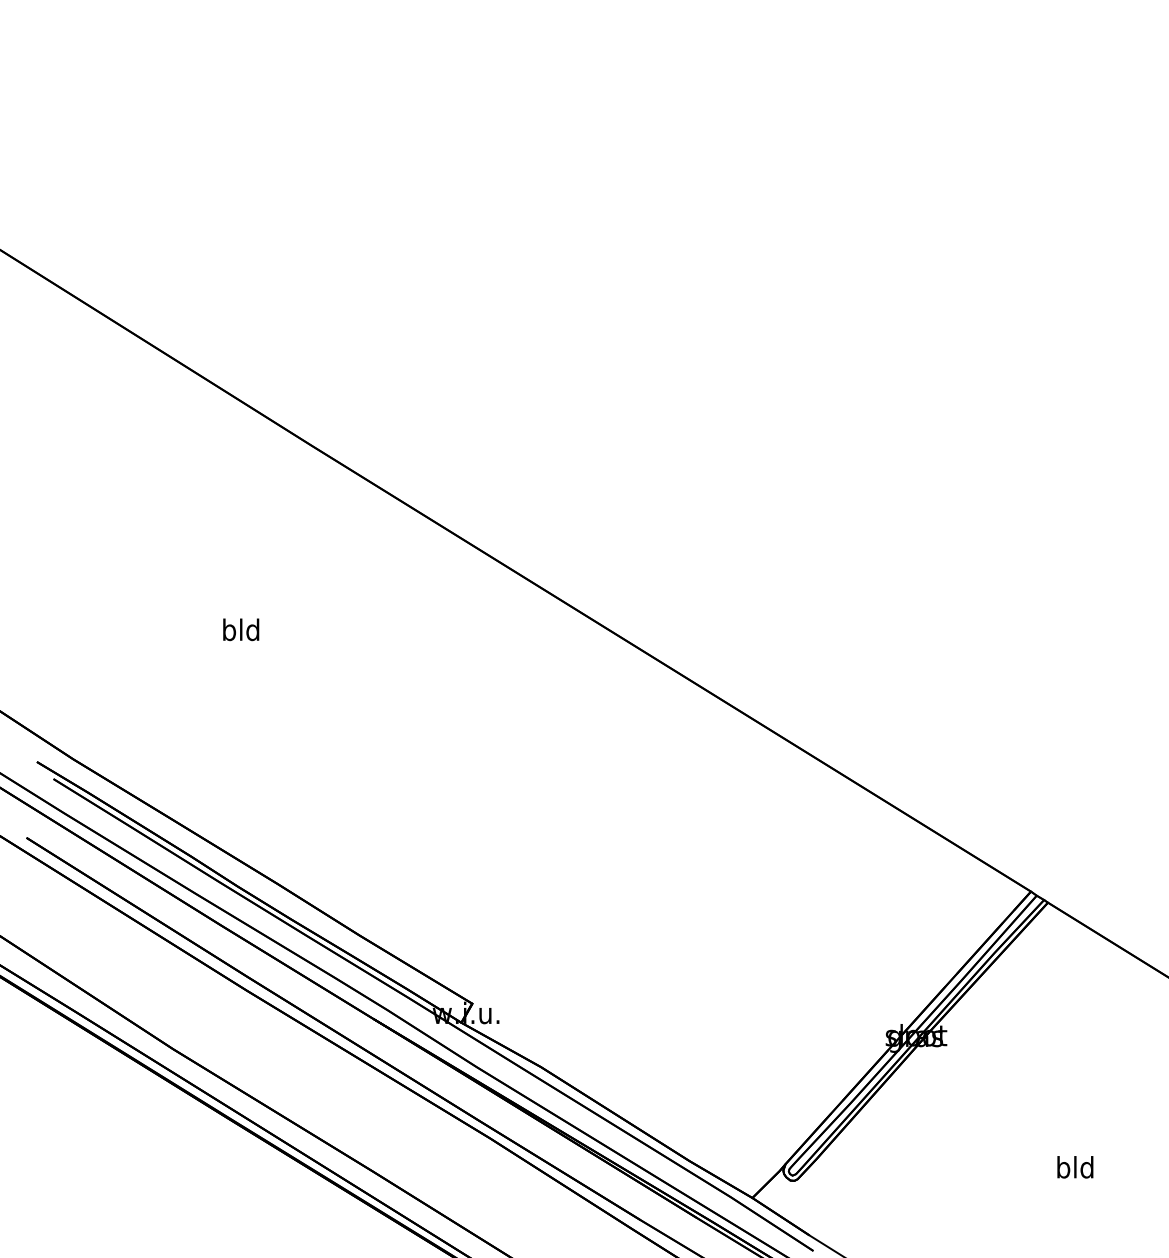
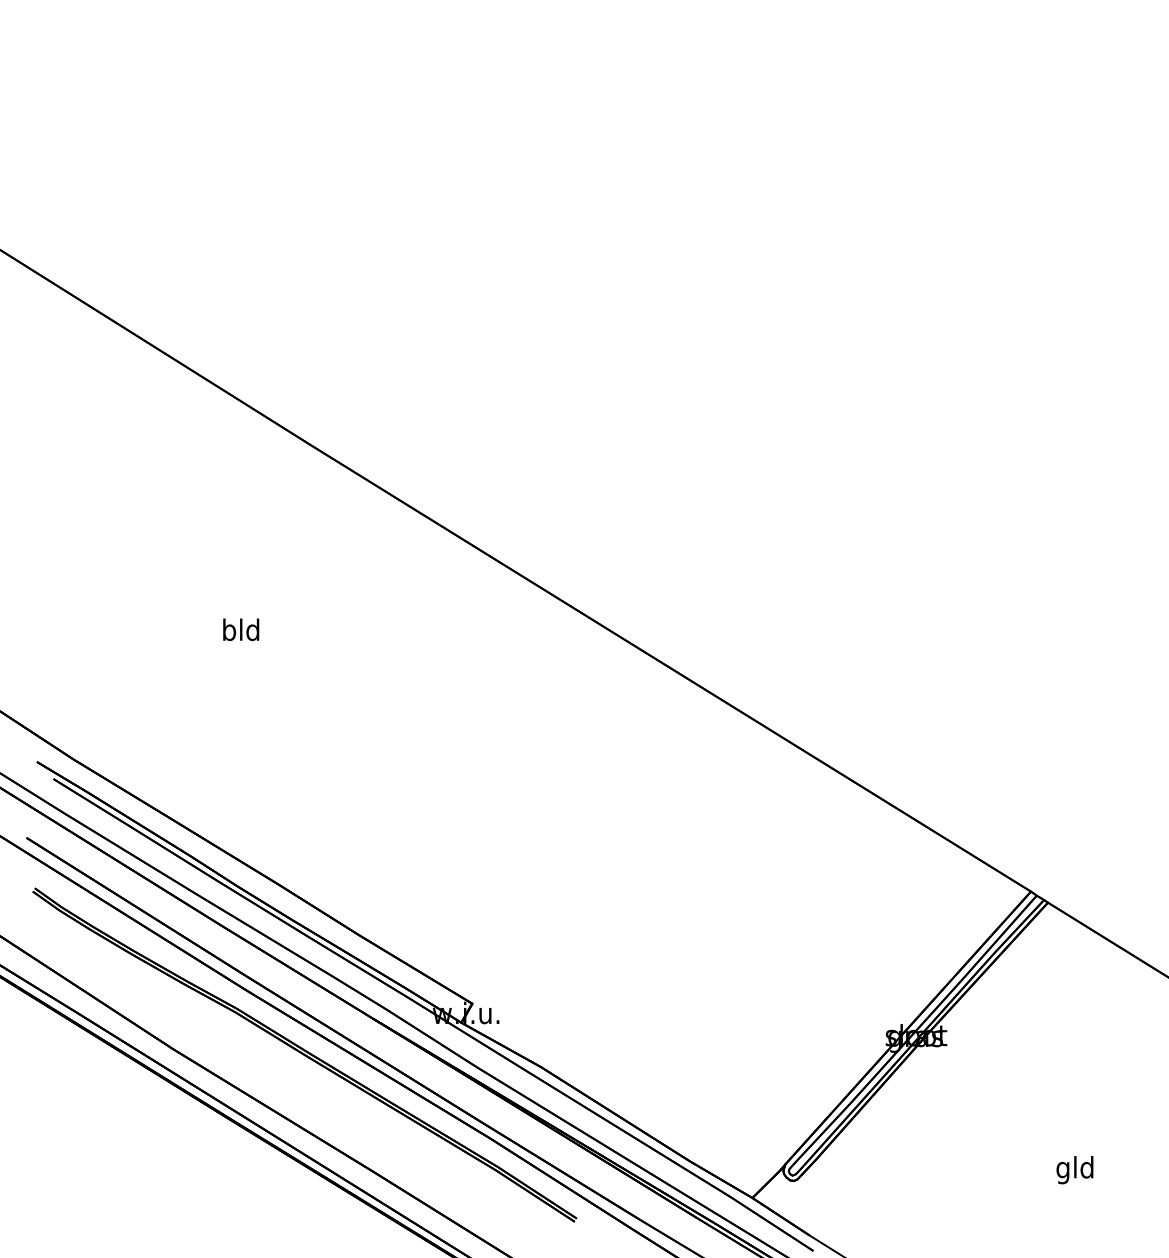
part at (304, 1054): none -> present
text at (1063, 1170): bld -> gld
